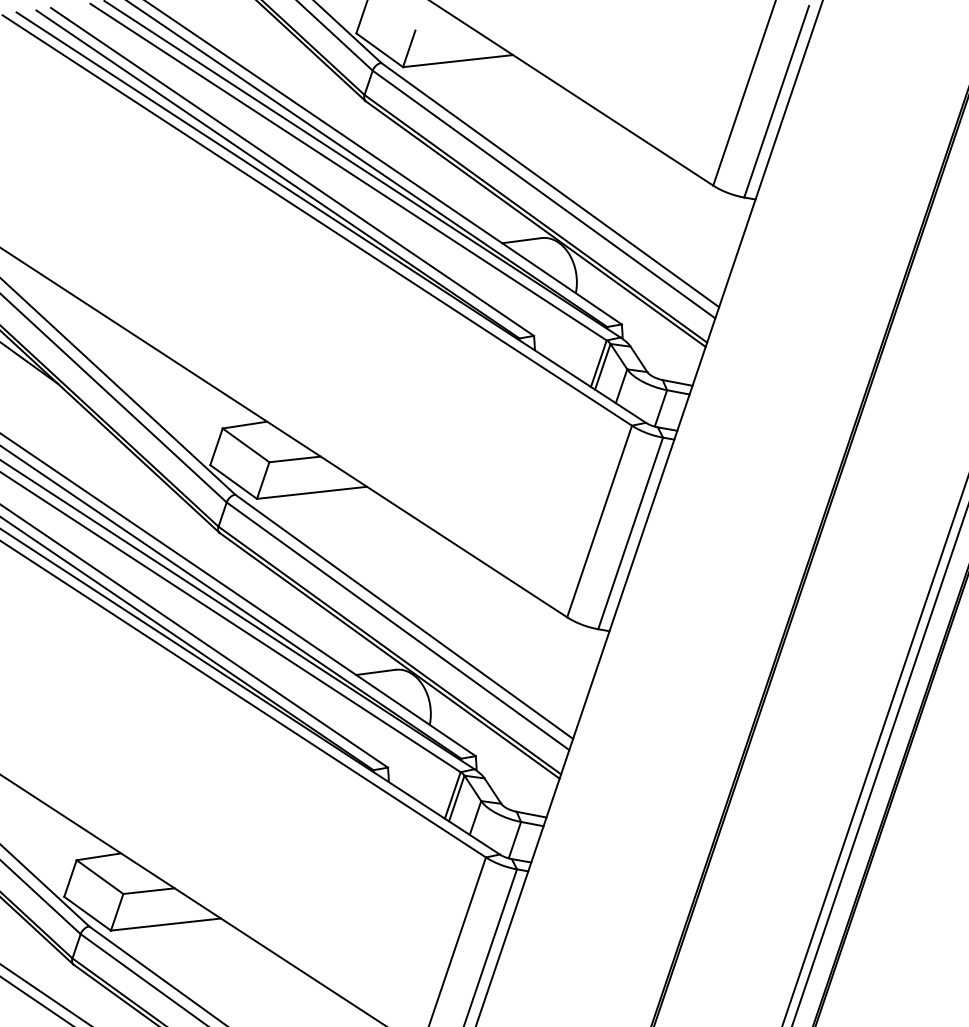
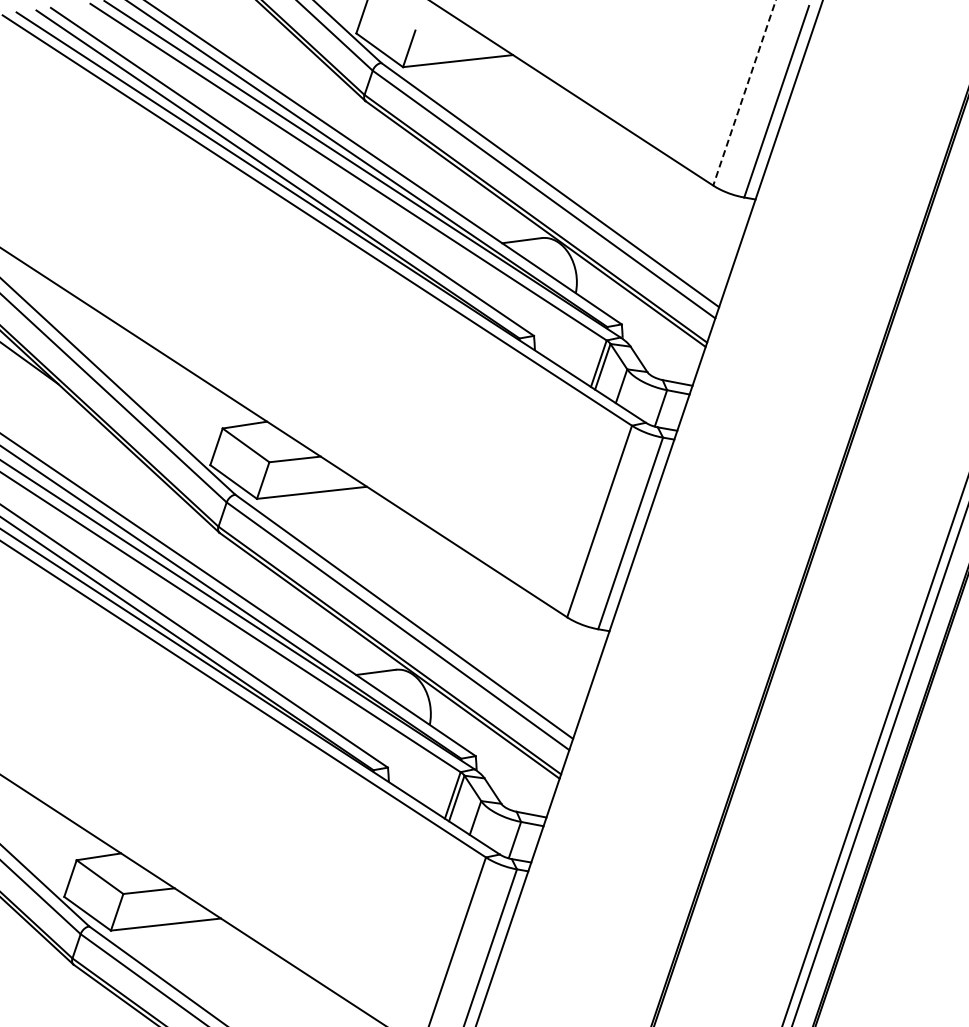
line at (744, 93): solid -> dashed
line at (44, 994): present -> none
line at (36, 1000): present -> none
